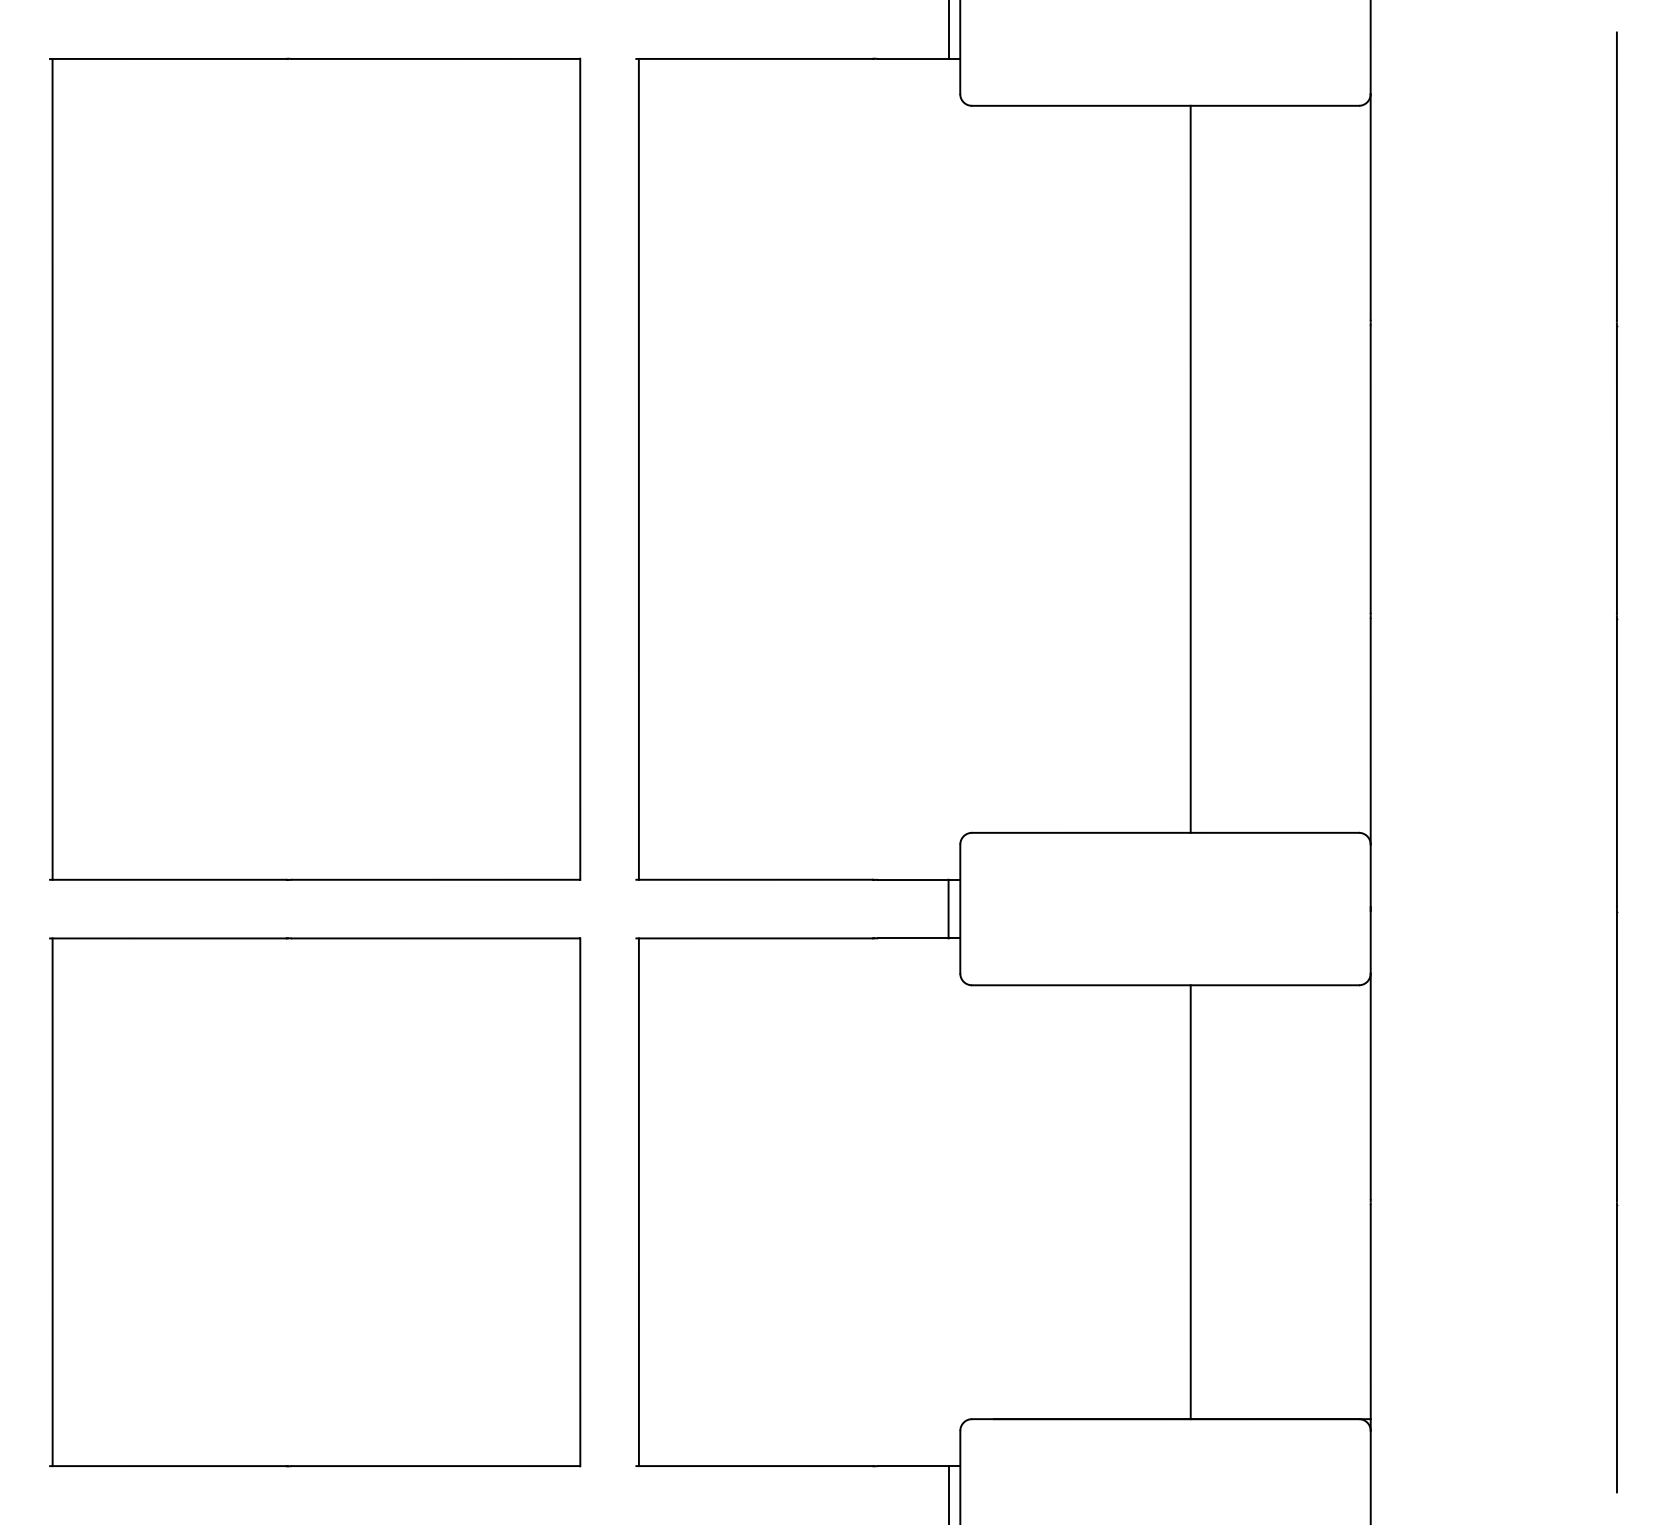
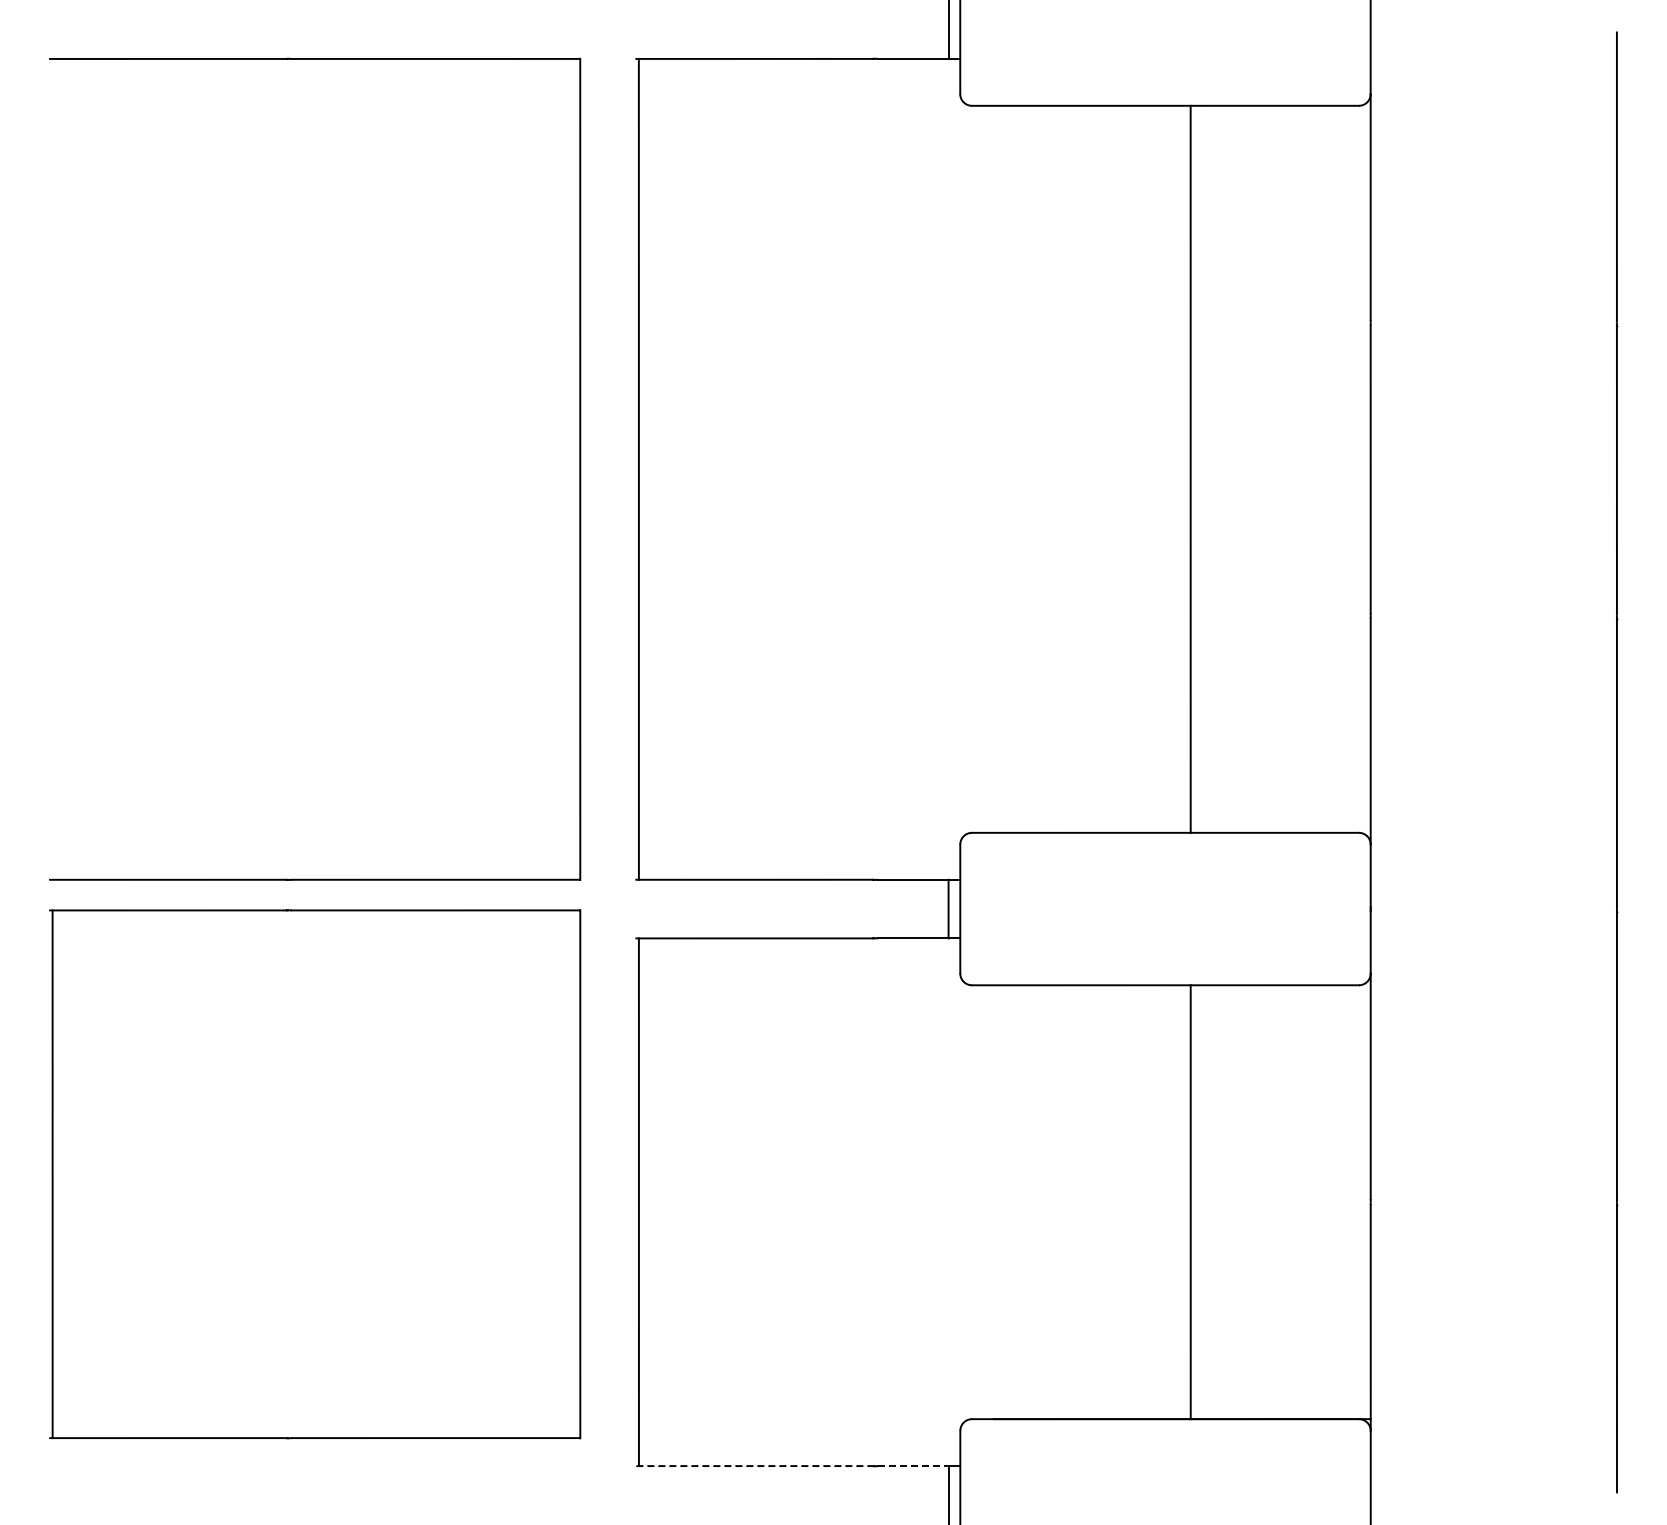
line at (52, 468): present -> none
part at (315, 1202) position: (315, 1202) -> (315, 1174)
line at (754, 1466): solid -> dashed
line at (913, 1466): solid -> dashed
